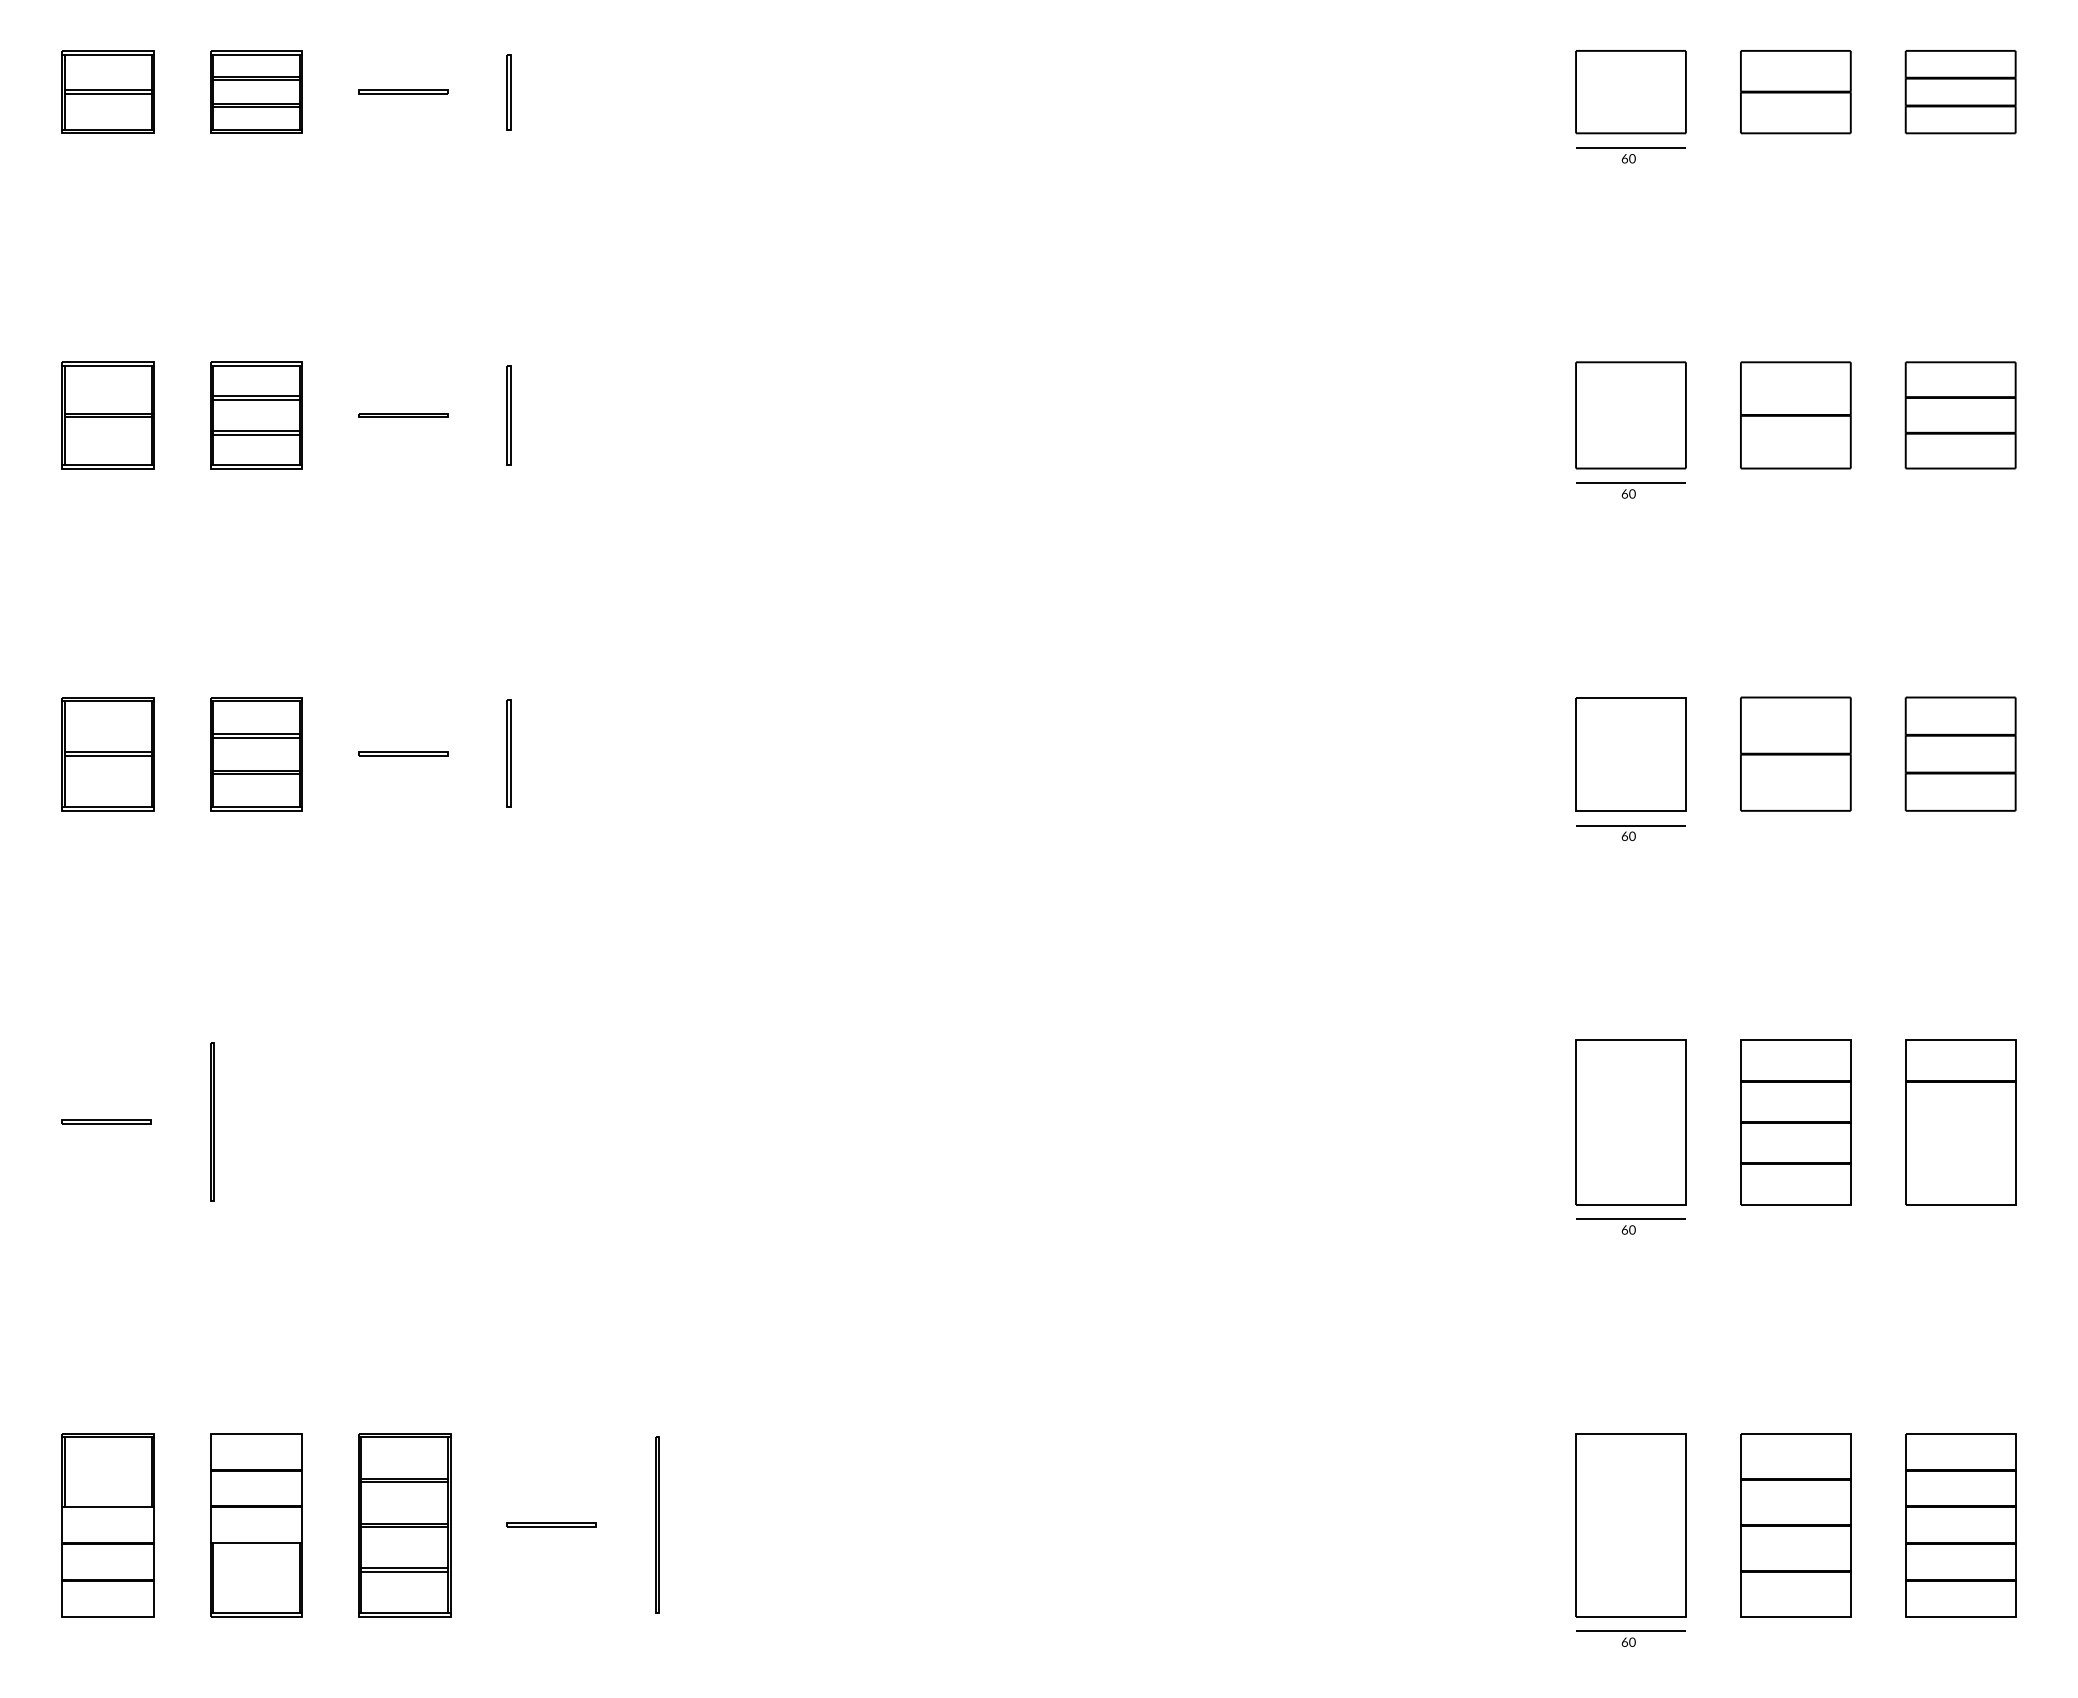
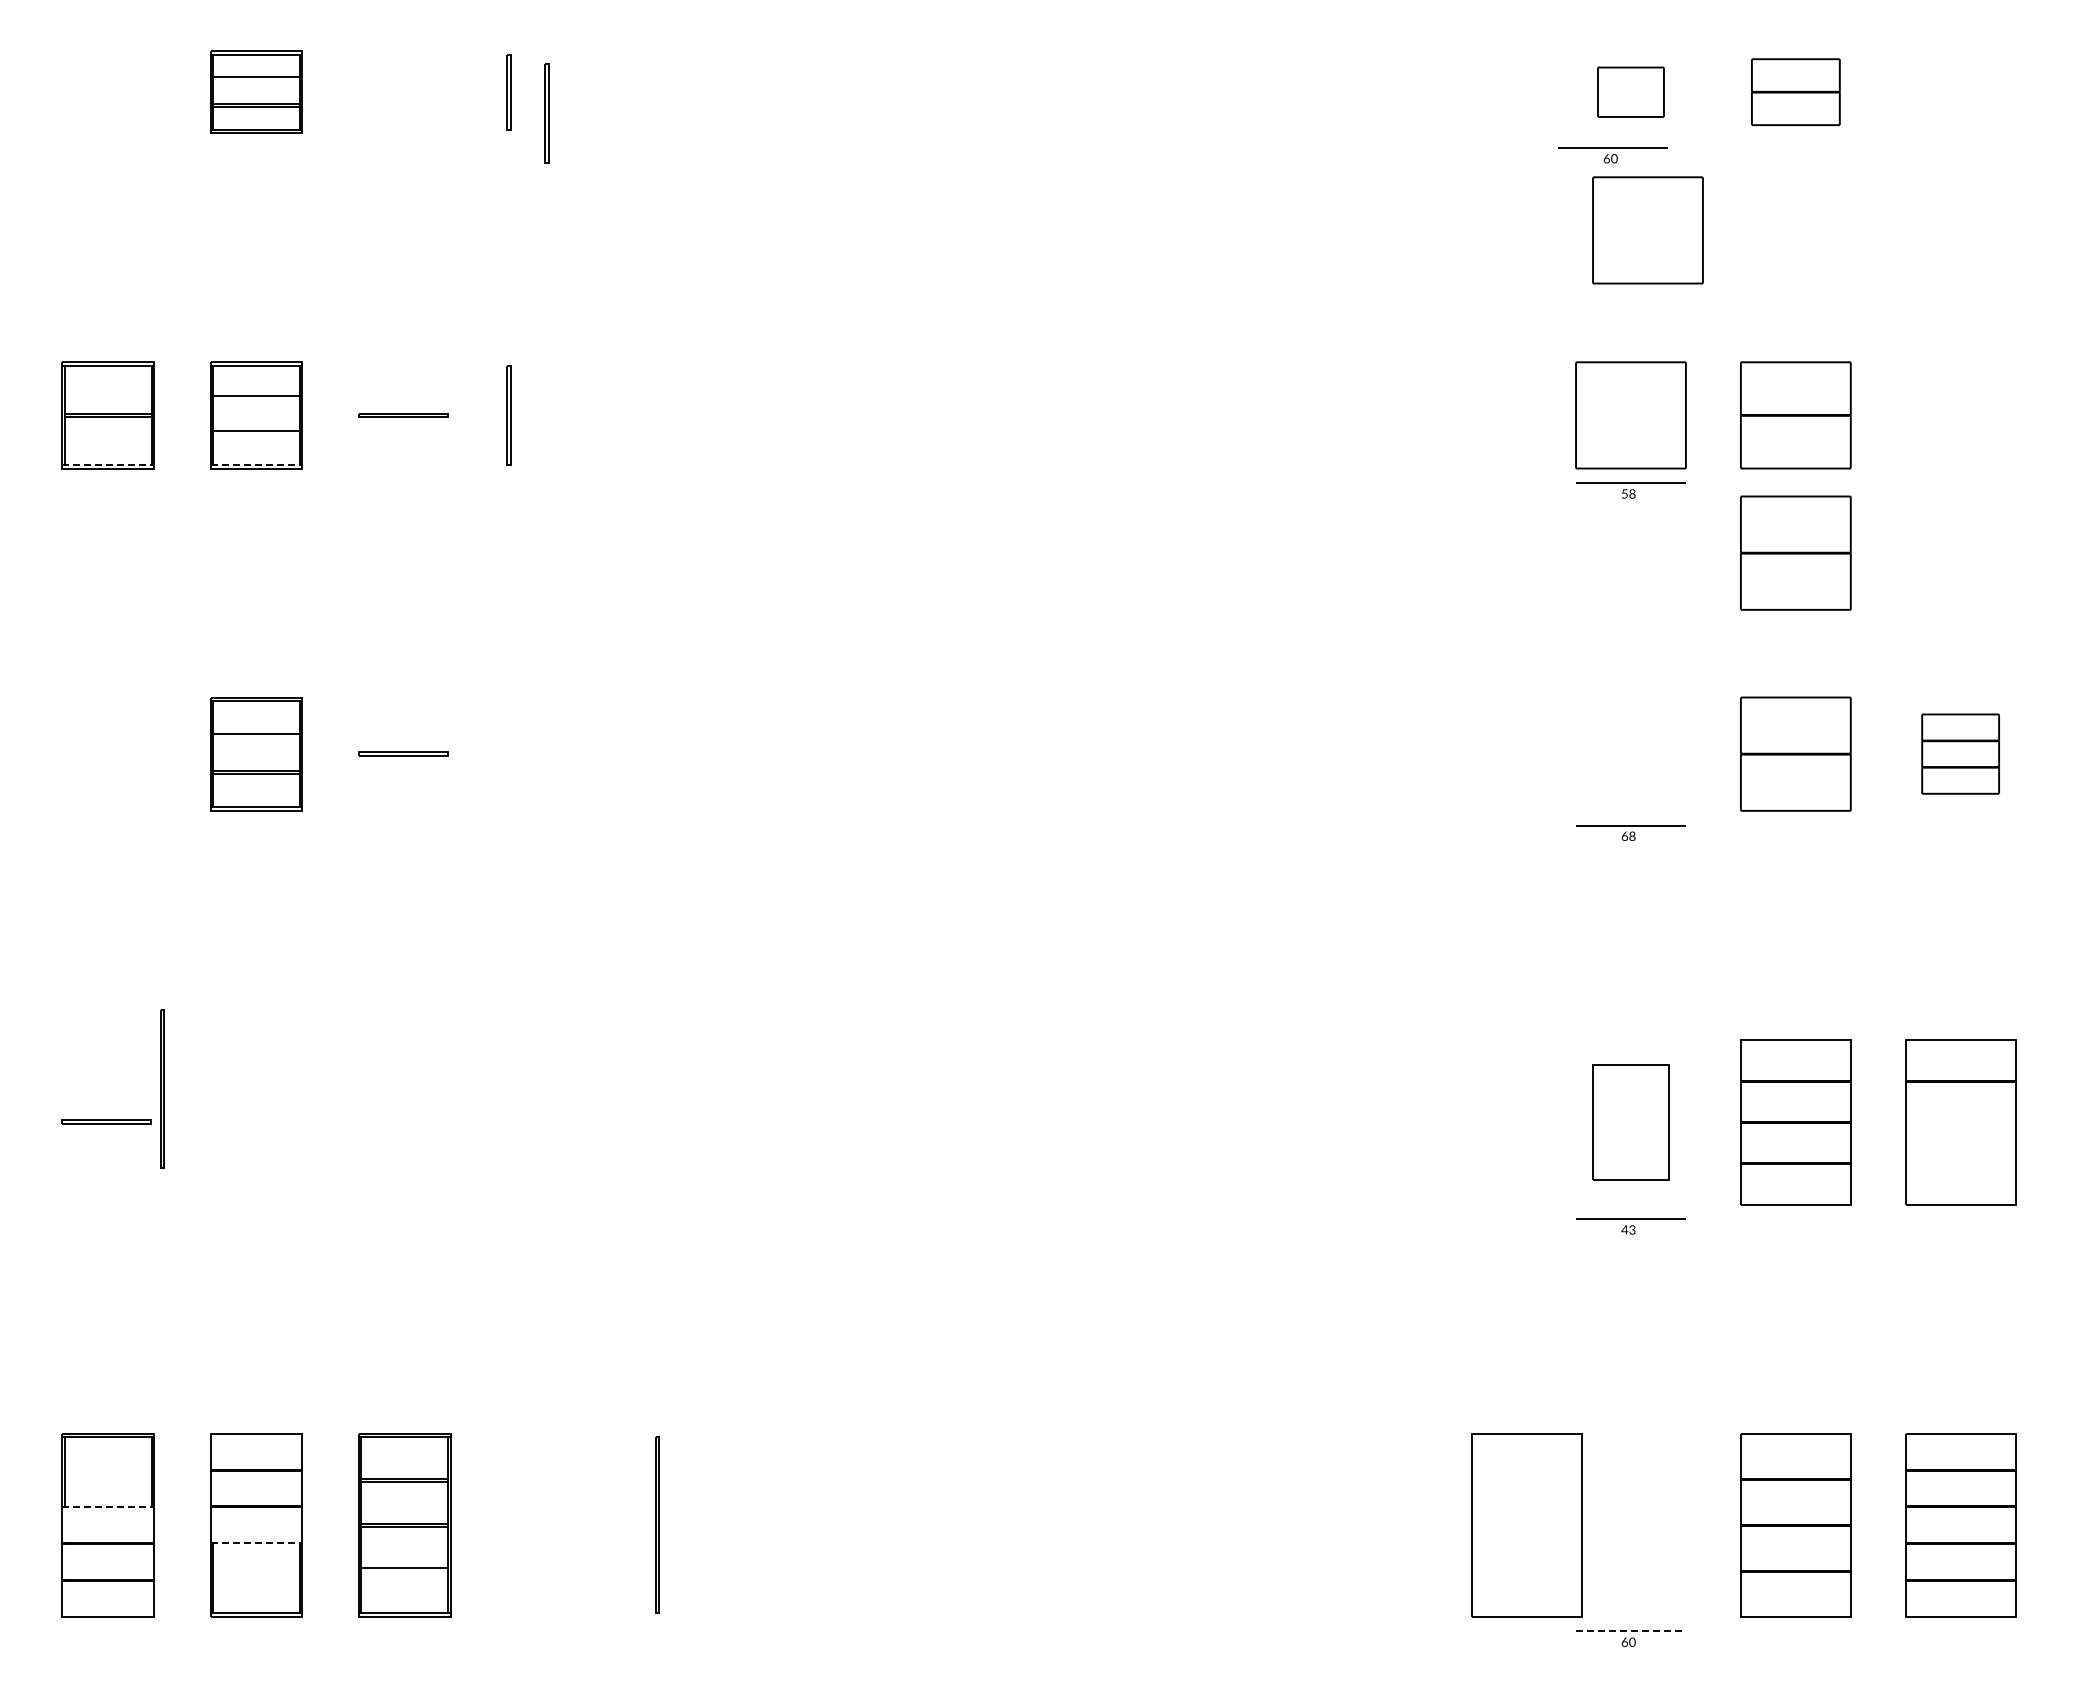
line at (256, 80): present -> none
part at (107, 91): present -> none
part at (403, 91): present -> none
part at (1630, 92) size: 112x85 px -> 68x52 px
part at (1795, 92) size: 112x85 px -> 90x68 px
part at (1960, 92): present -> none
part at (546, 113): none -> present
part at (1630, 155) position: (1630, 155) -> (1612, 155)
part at (1647, 230): none -> present
line at (256, 399): present -> none
part at (1960, 415): present -> none
line at (256, 434): present -> none
line at (108, 464): solid -> dashed
line at (256, 464): solid -> dashed
text at (1628, 493): 60 -> 58
part at (1795, 552): none -> present
line at (256, 737): present -> none
part at (508, 753): present -> none
part at (1960, 753) size: 113x116 px -> 79x82 px
part at (107, 754): present -> none
part at (1630, 754): present -> none
text at (1632, 836): 60 -> 68
line at (211, 1121) position: (211, 1121) -> (161, 1088)
part at (1630, 1122) size: 112x167 px -> 78x117 px
text at (1628, 1229): 60 -> 43
line at (108, 1507): solid -> dashed
part at (551, 1524): present -> none
part at (1630, 1525) position: (1630, 1525) -> (1526, 1525)
line at (256, 1543): solid -> dashed
line at (404, 1571): present -> none
line at (1630, 1631): solid -> dashed
